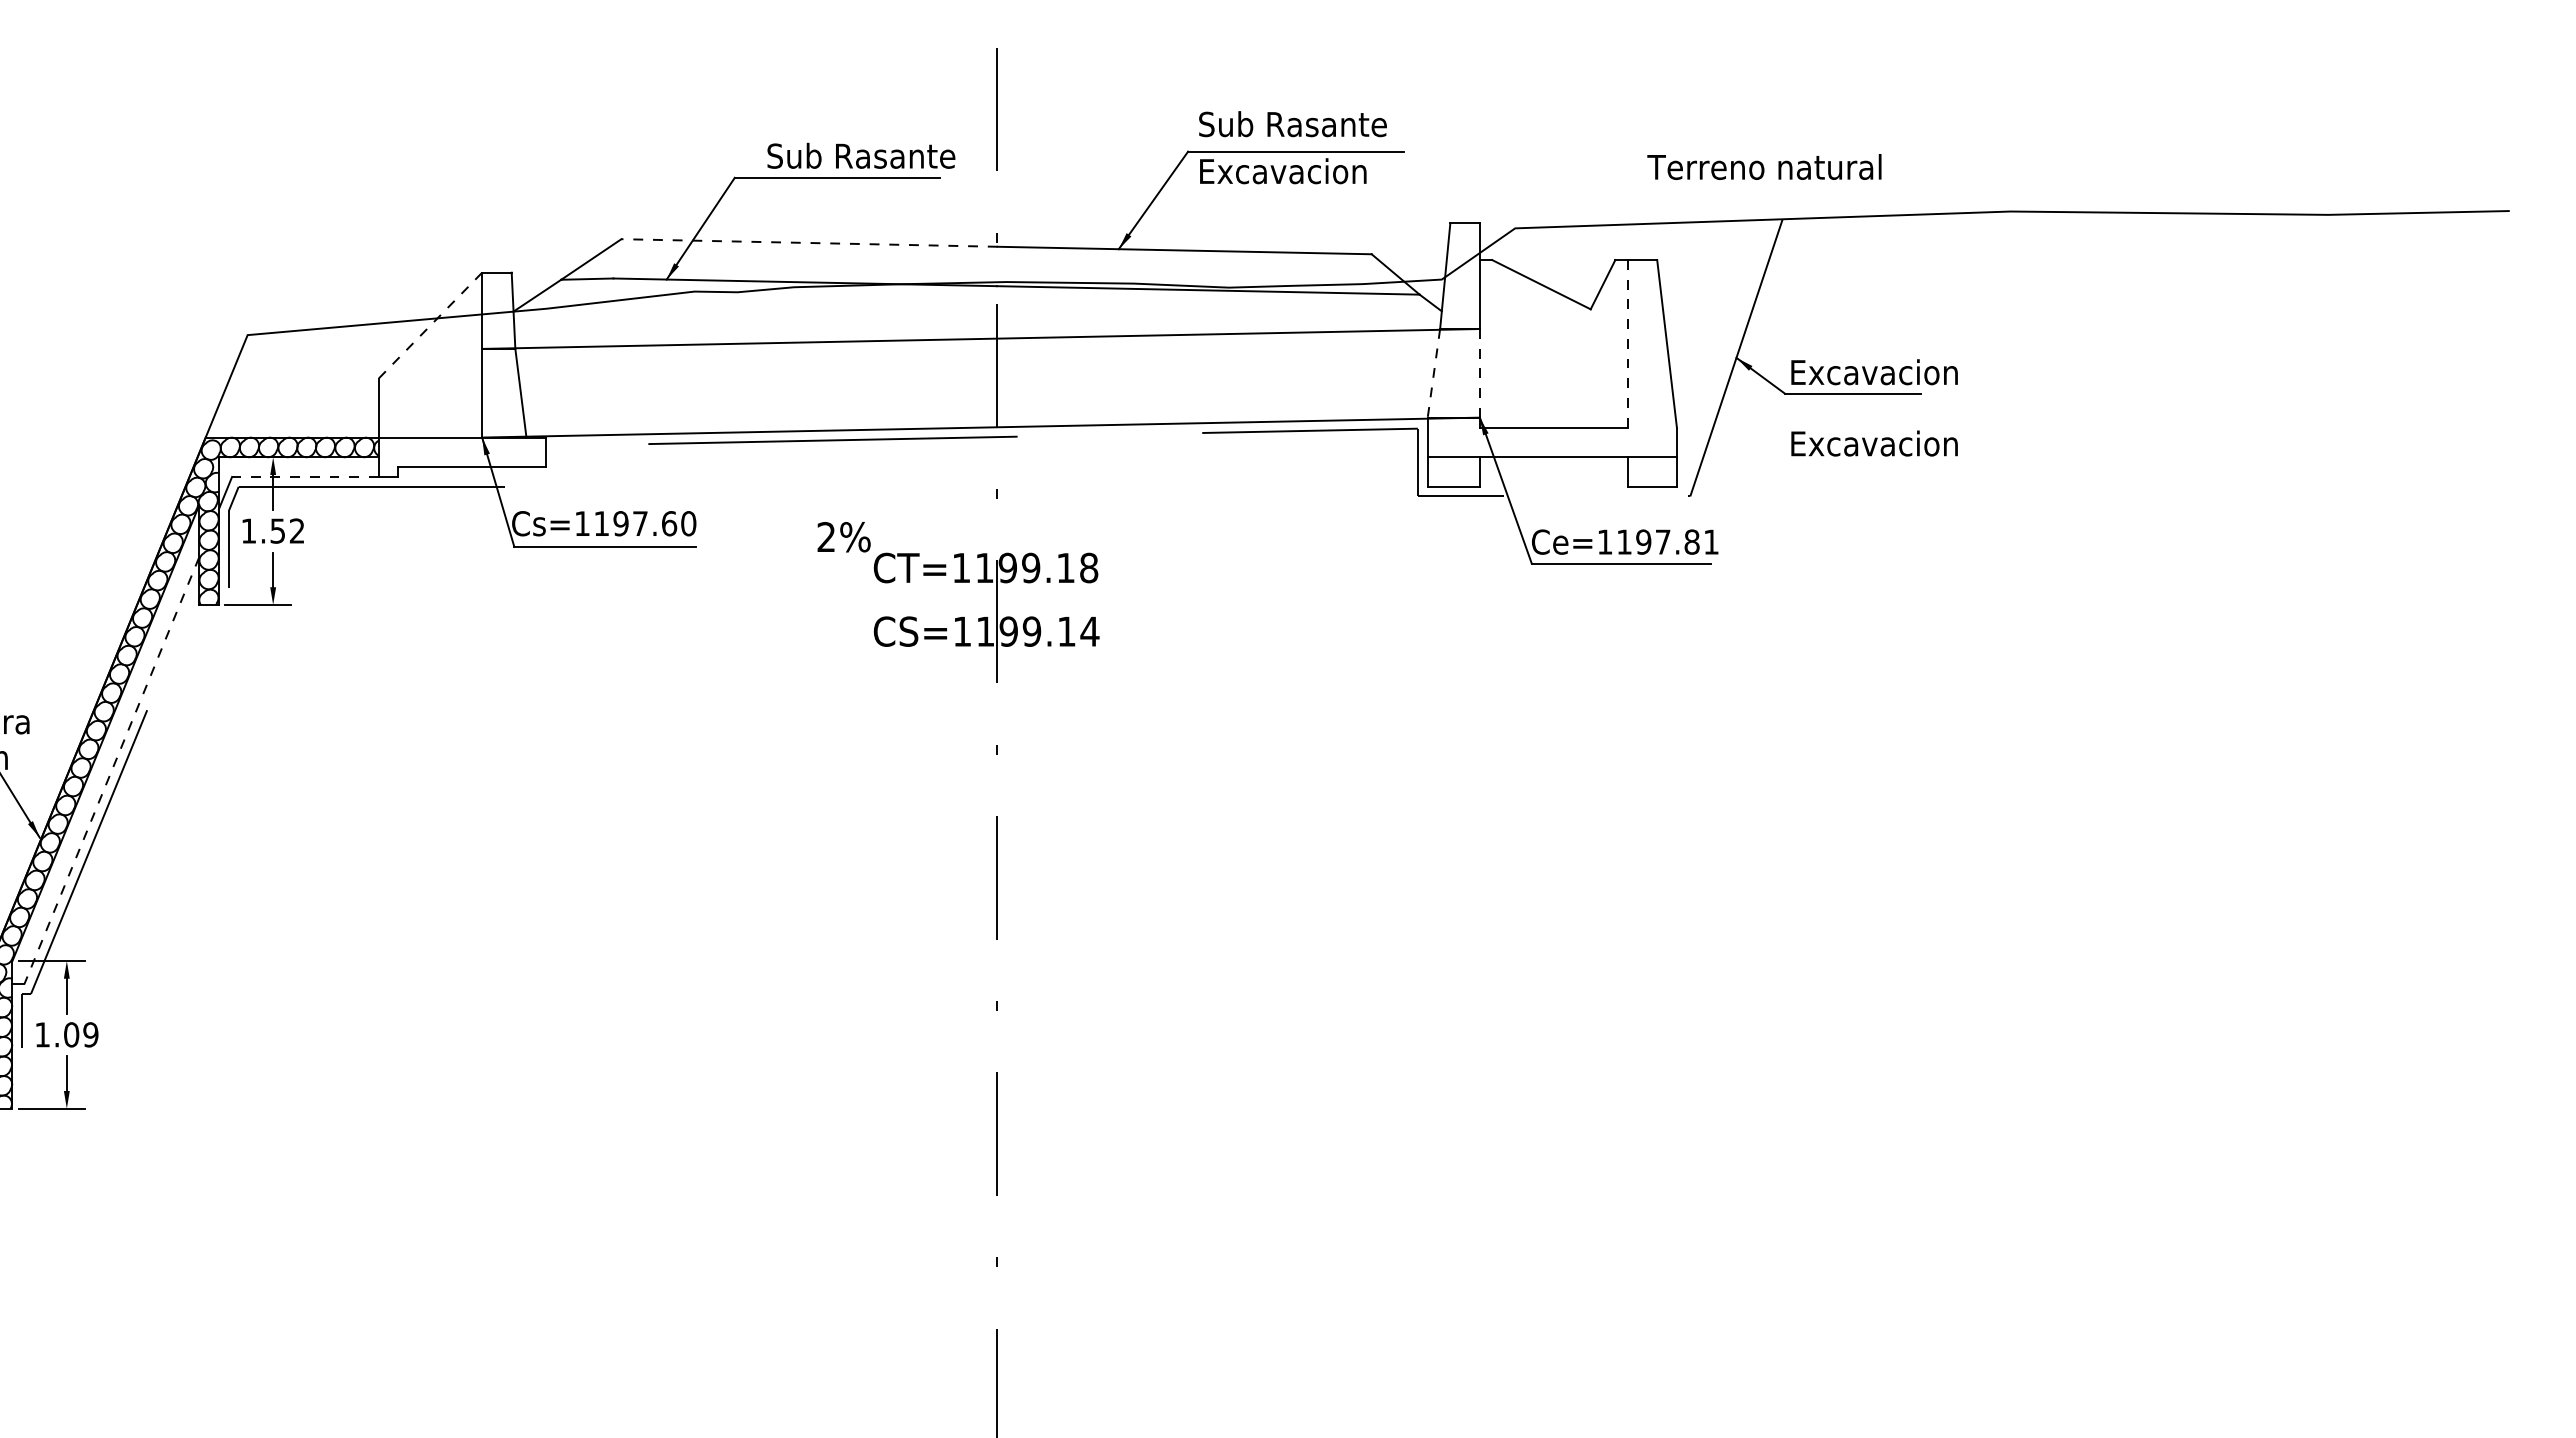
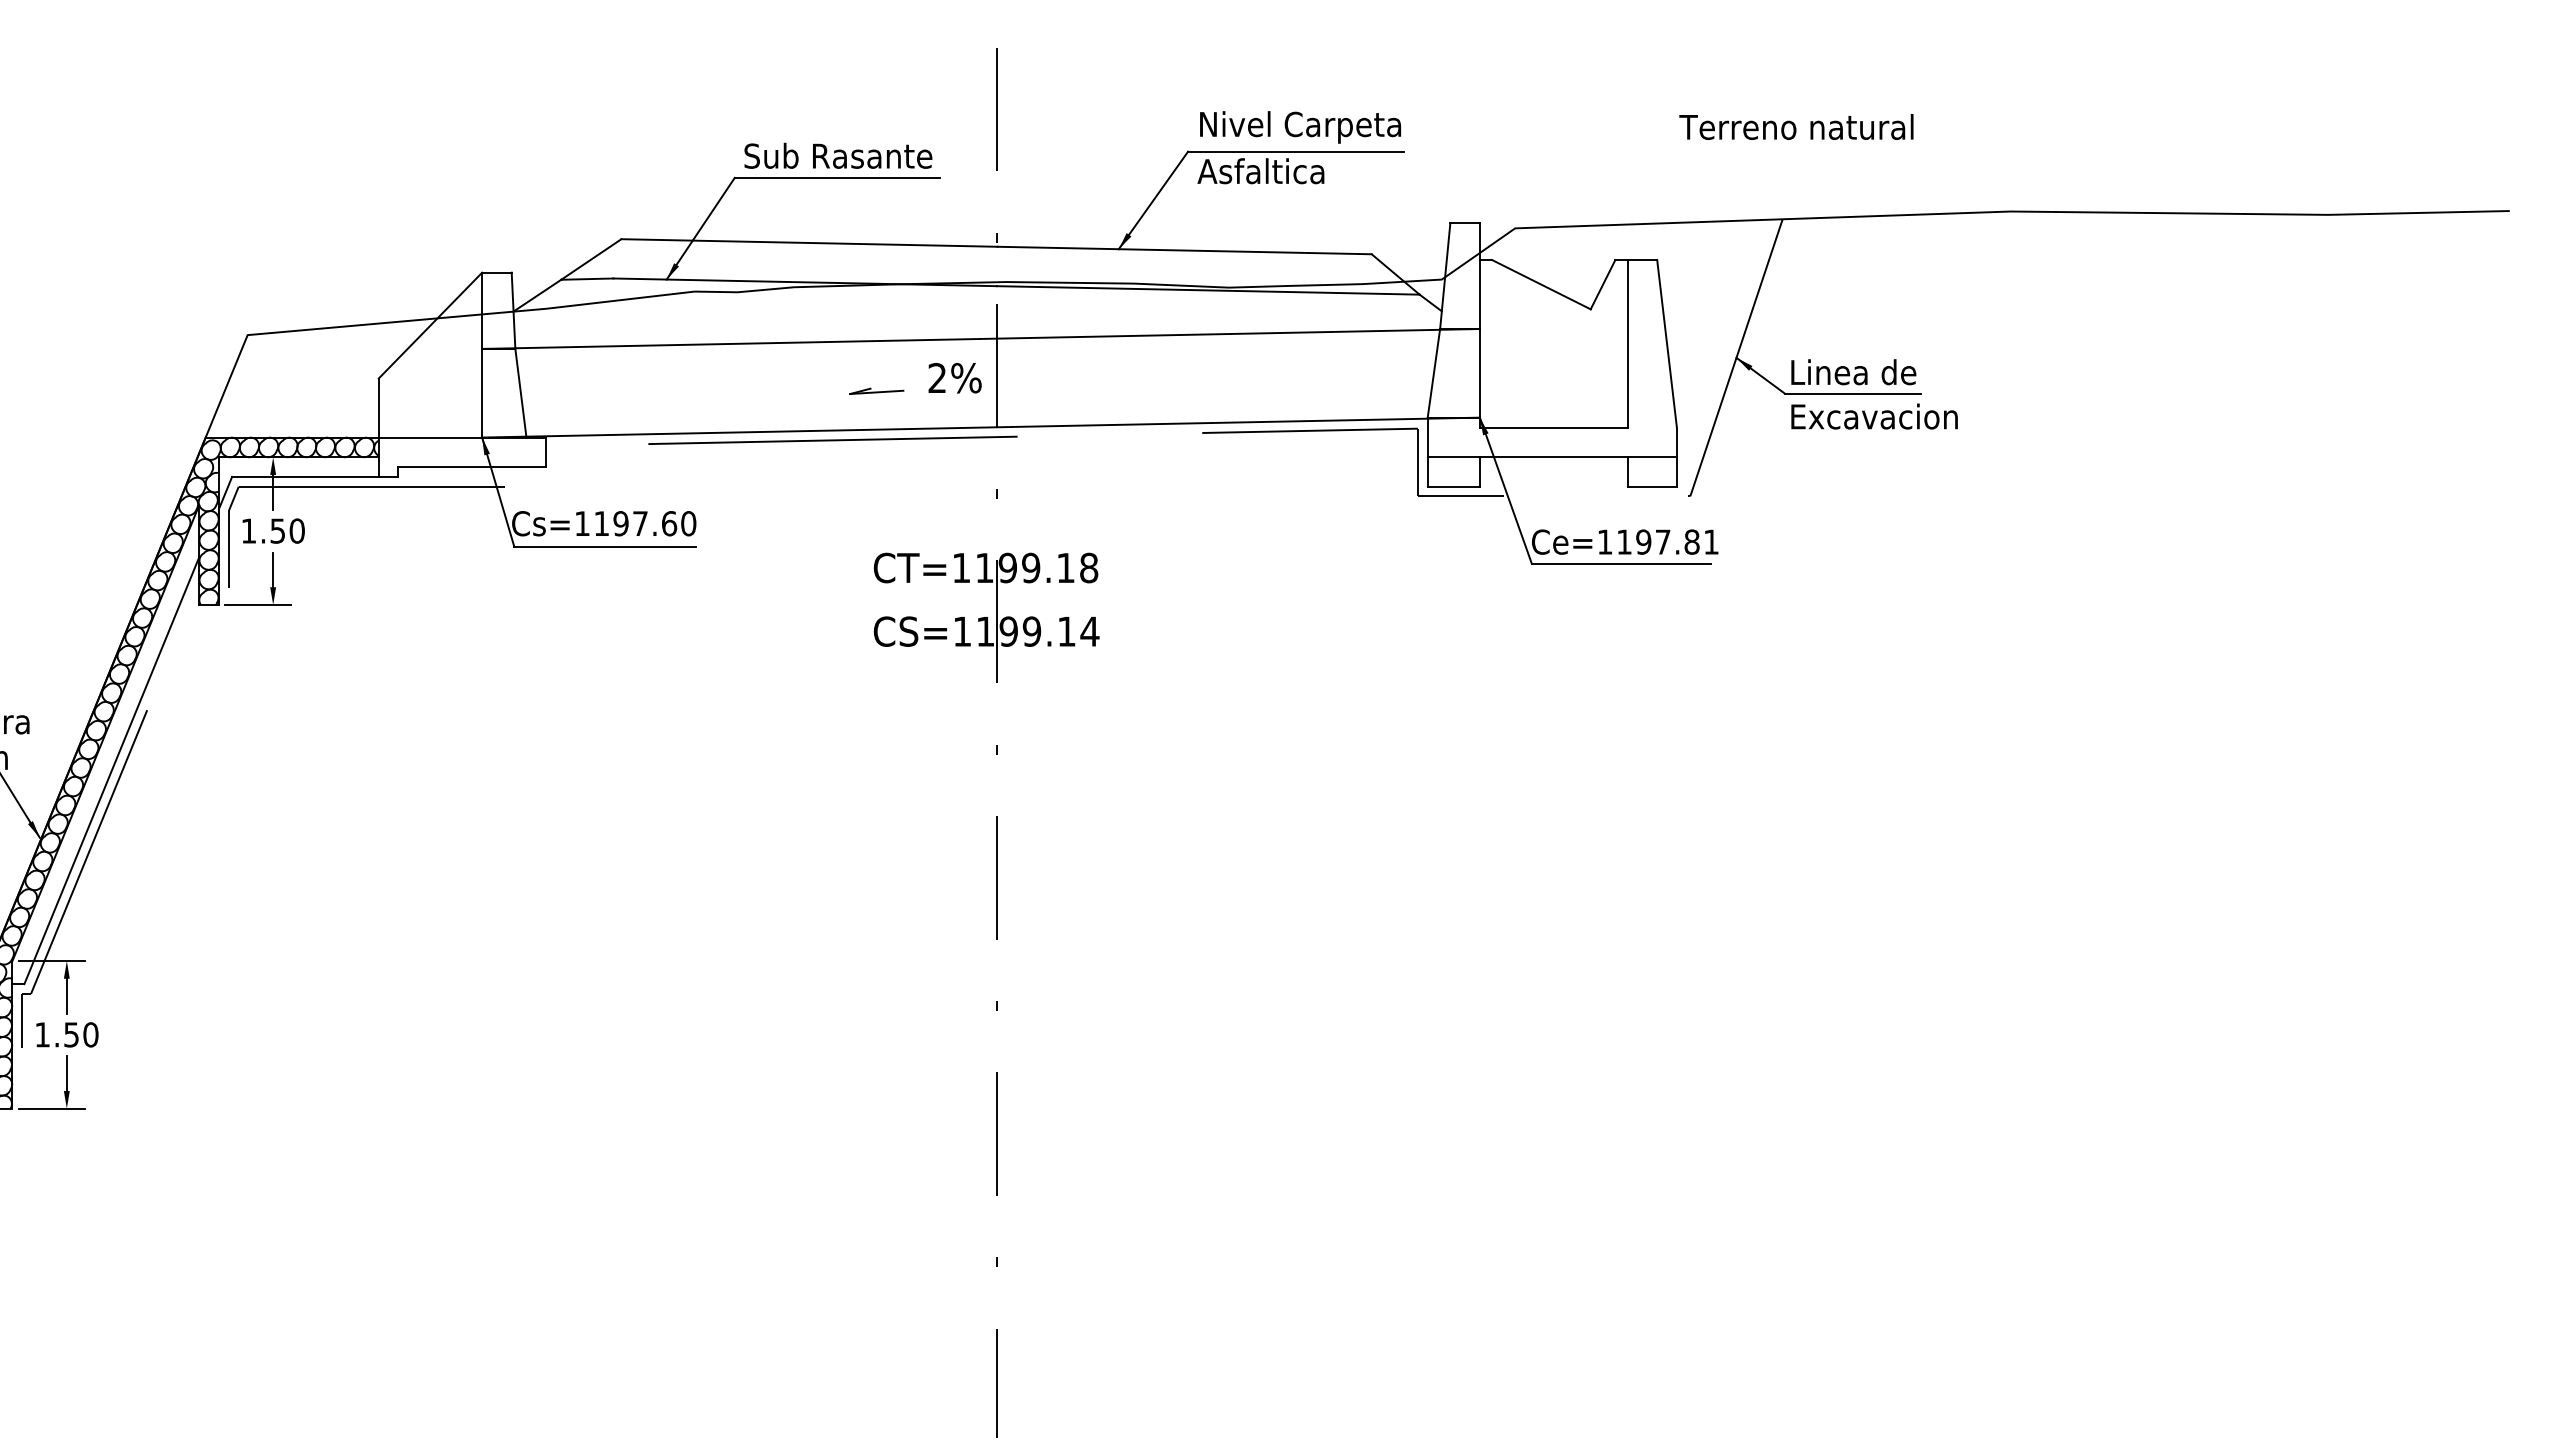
text at (1300, 127): Sub Rasante -> Nivel Carpeta
text at (861, 155) position: (861, 155) -> (838, 155)
text at (1764, 166) position: (1764, 166) -> (1796, 126)
text at (1281, 171): Excavacion -> Asfaltica
line at (809, 242): dashed -> solid
line at (430, 325): dashed -> solid
line at (1627, 343): dashed -> solid
line at (1479, 372): dashed -> solid
text at (1875, 372): Excavacion -> Linea de
line at (1433, 373): dashed -> solid
part at (876, 390): none -> present
text at (1874, 443) position: (1874, 443) -> (1874, 416)
line at (304, 476): dashed -> solid
text at (296, 530): 1.52 -> 1.50
text at (843, 537) position: (843, 537) -> (954, 378)
line at (111, 770): dashed -> solid
text at (81, 1034): 1.09 -> 1.50
